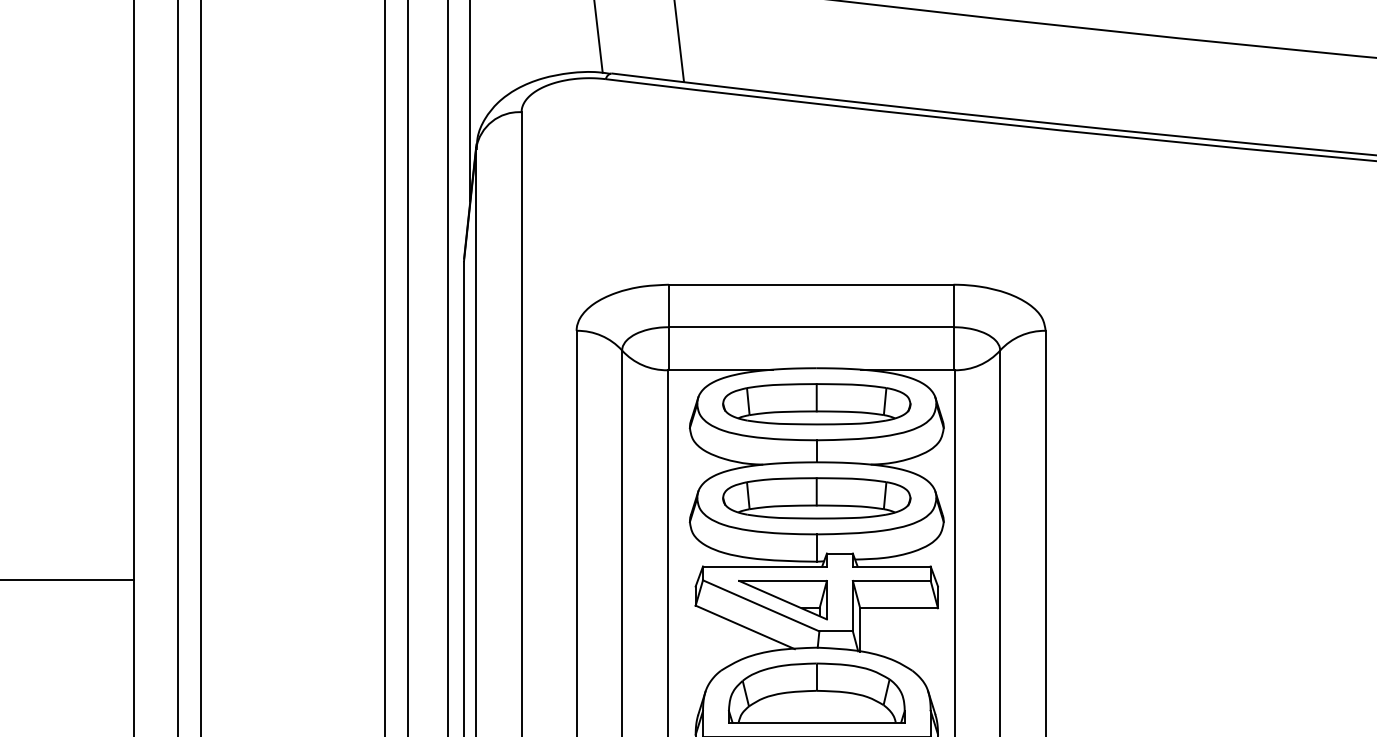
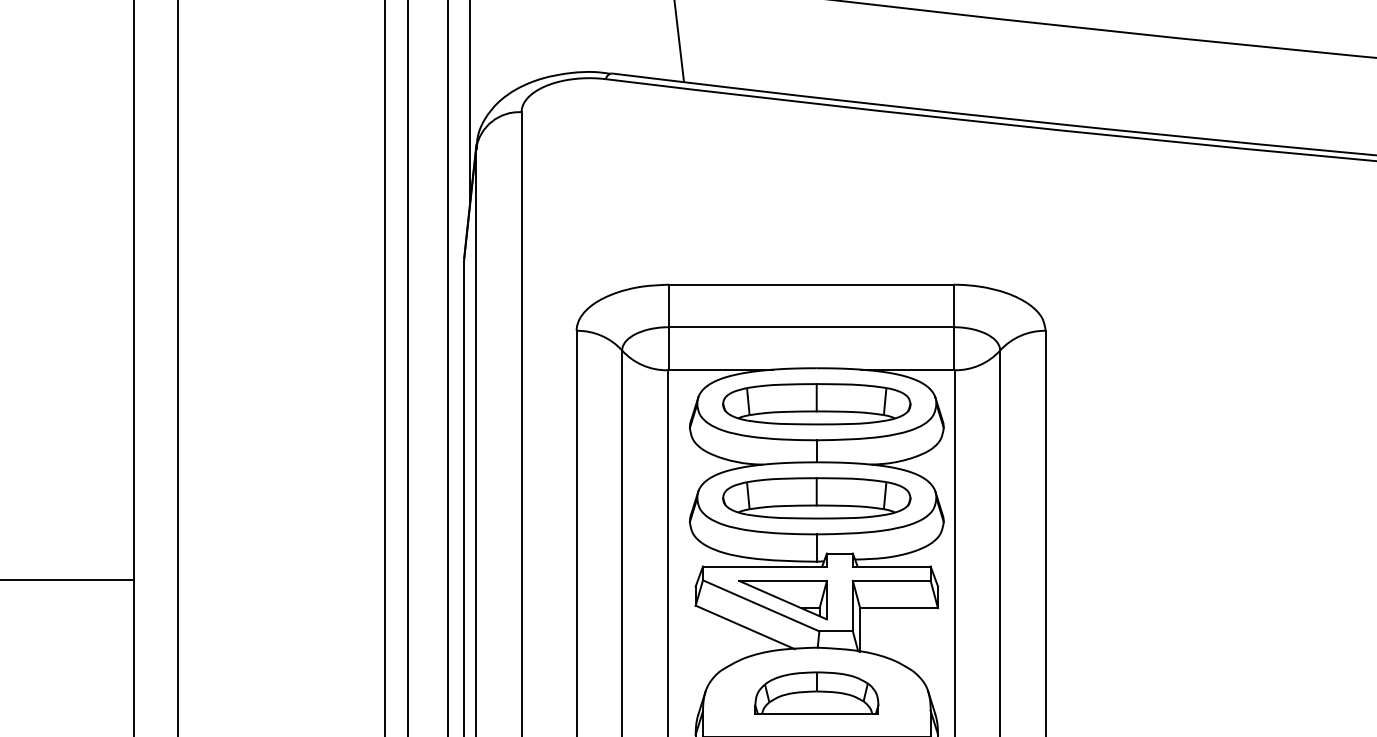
line at (598, 37): present -> none
line at (200, 367): present -> none
part at (816, 692) size: 178x62 px -> 126x44 px
